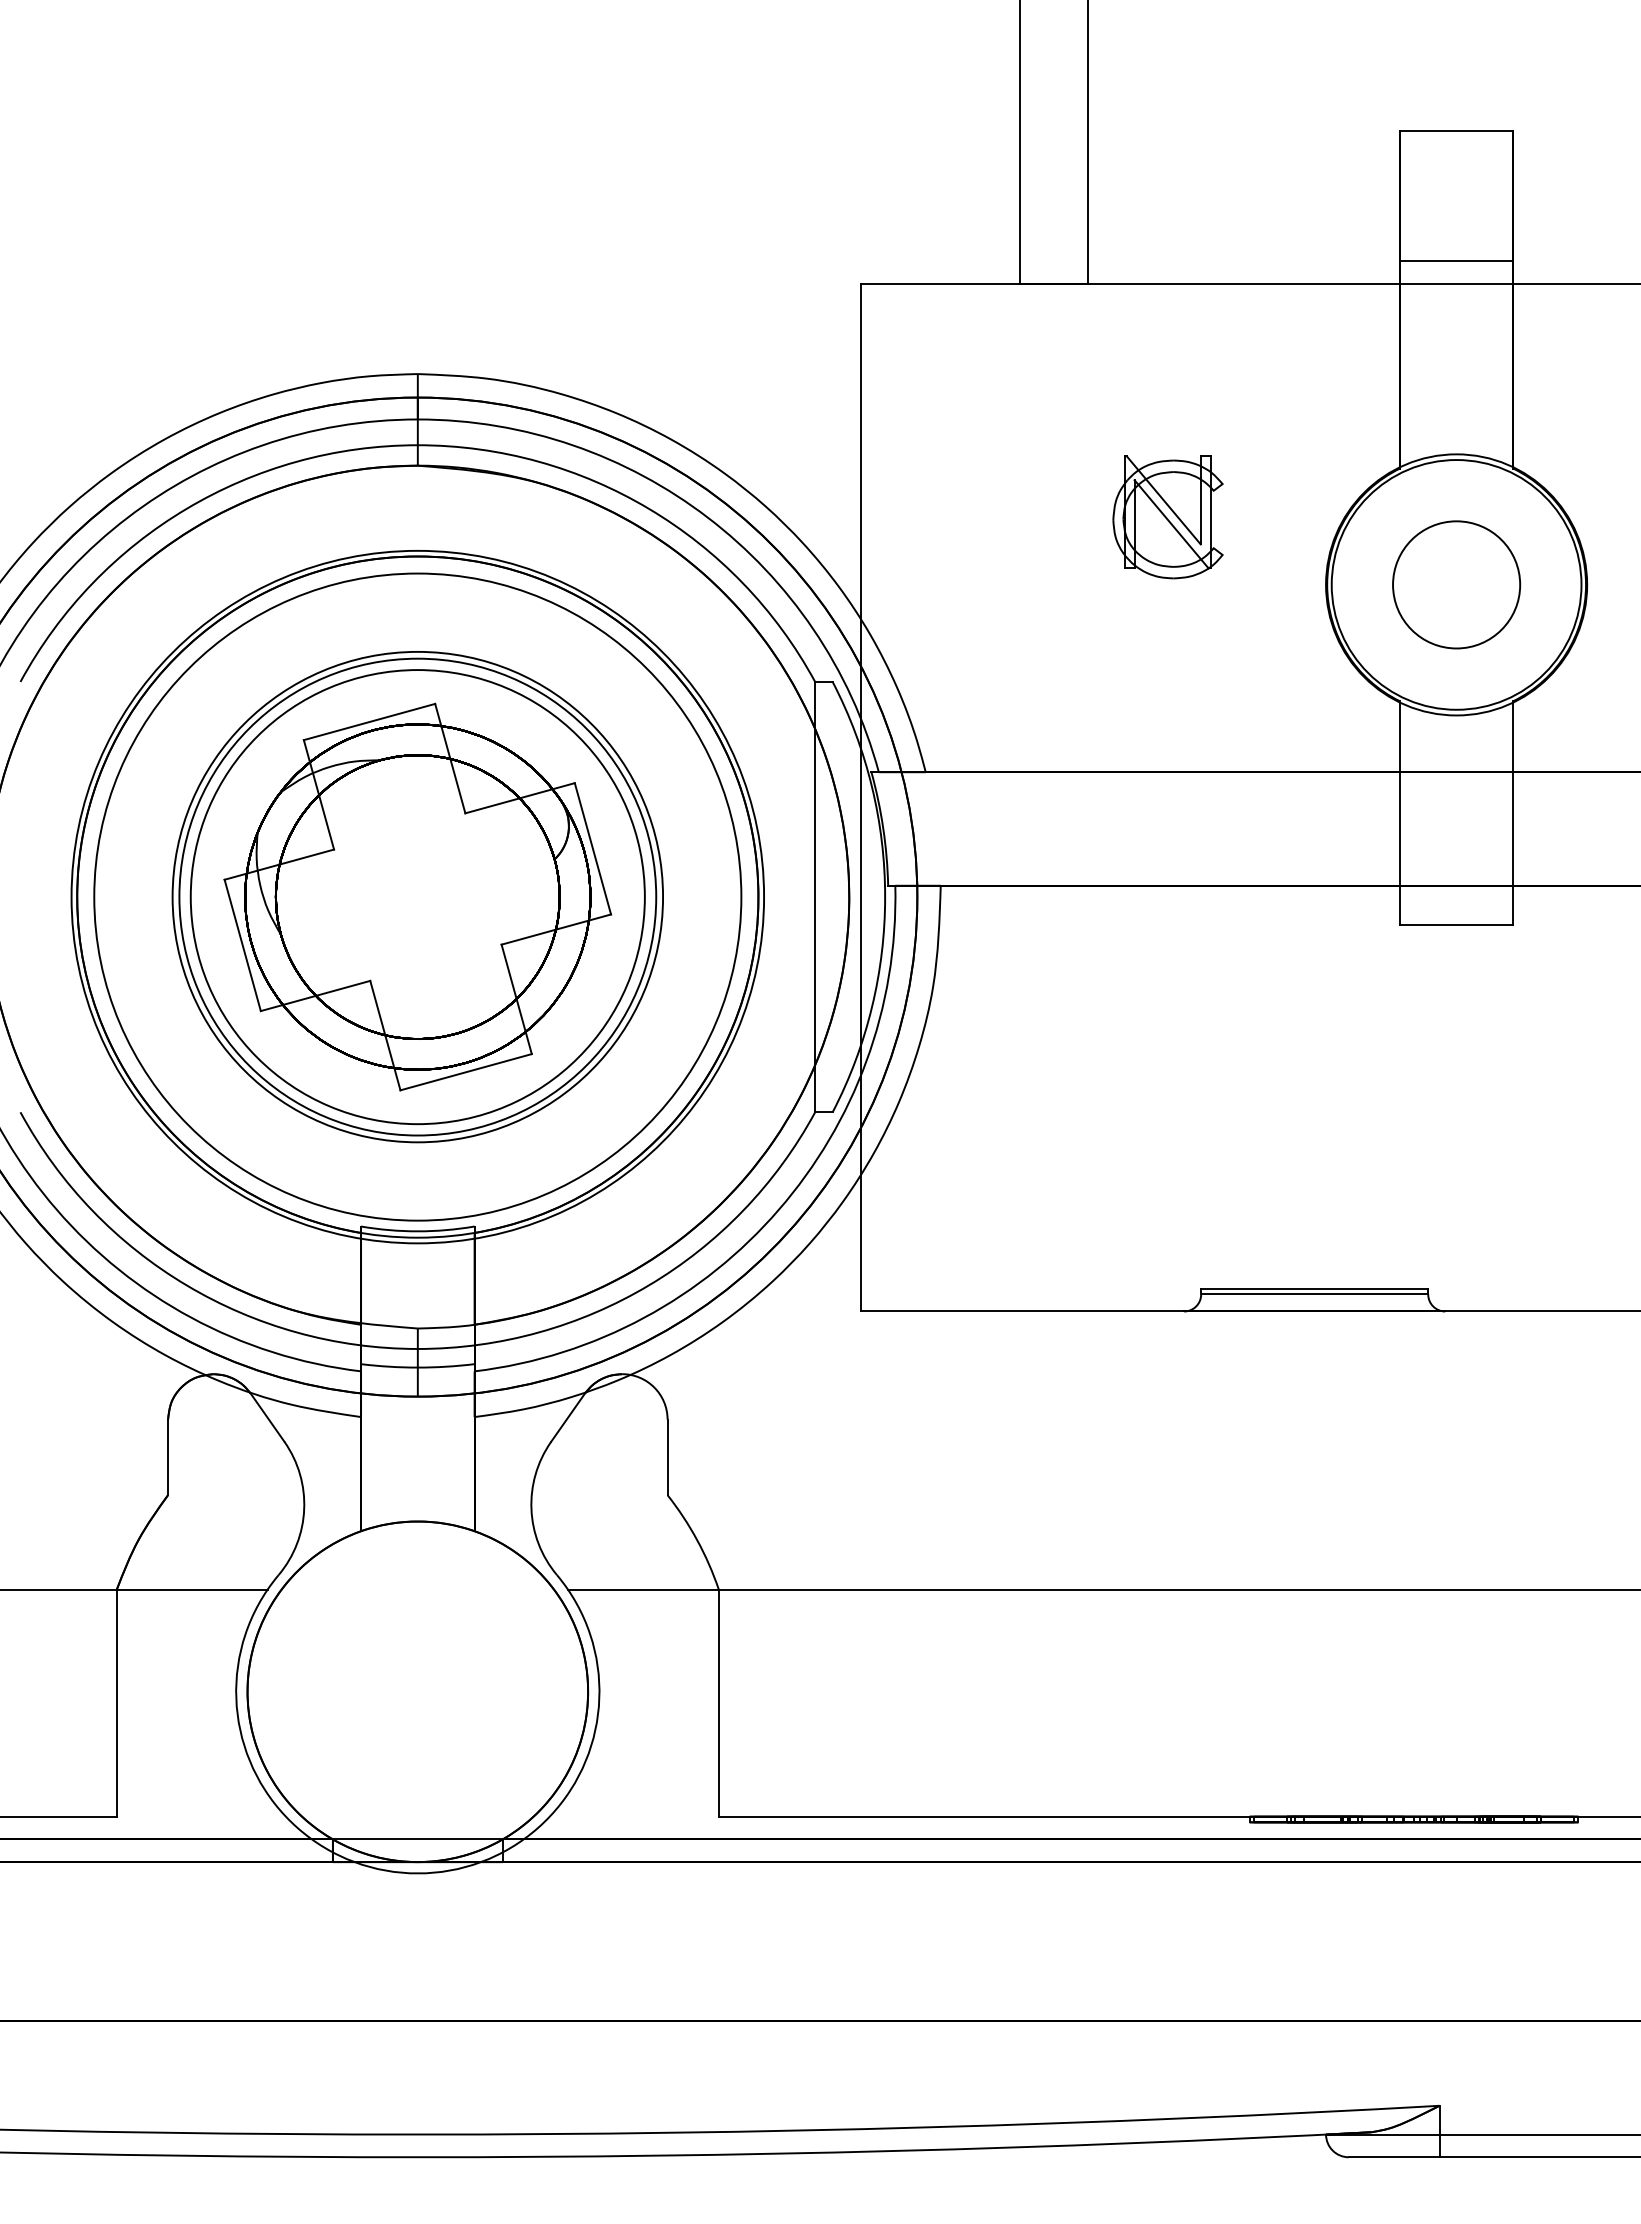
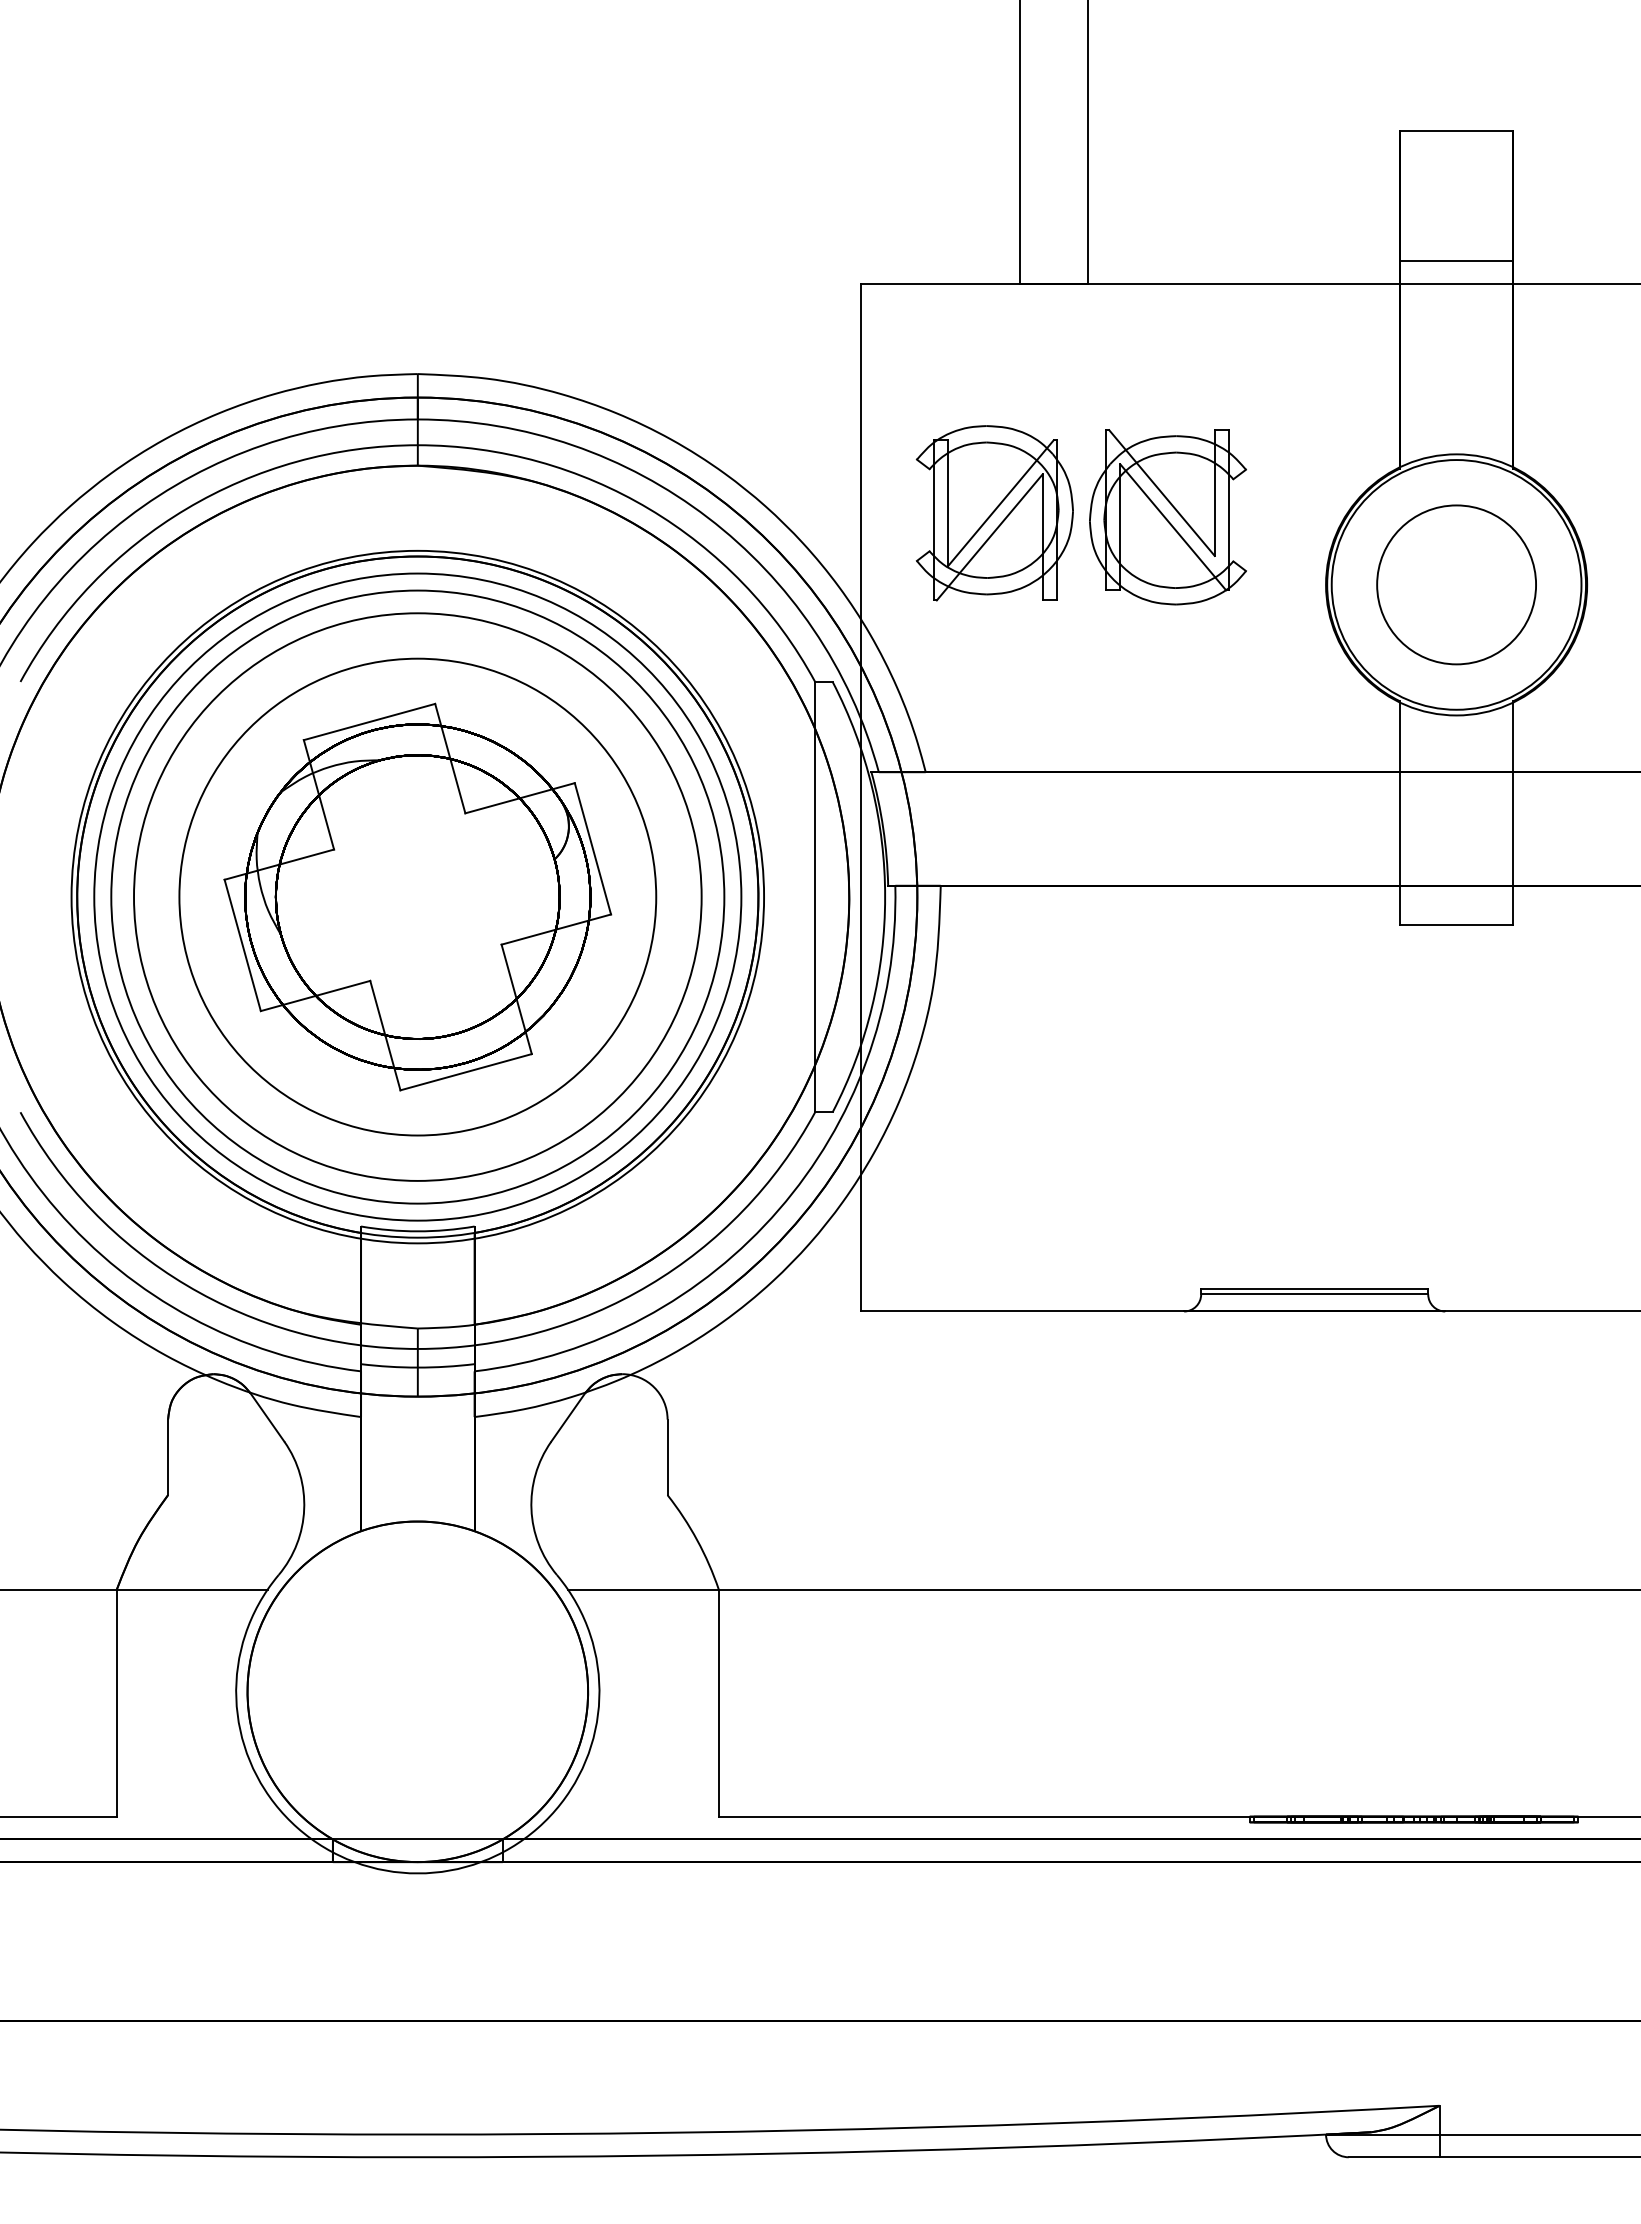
part at (994, 513): none -> present
part at (1167, 517) size: 112x125 px -> 158x177 px
circle at (1456, 584) diameter: 127 px -> 159 px
circle at (417, 896) diameter: 490 px -> 613 px
circle at (417, 897) diameter: 454 px -> 568 px
